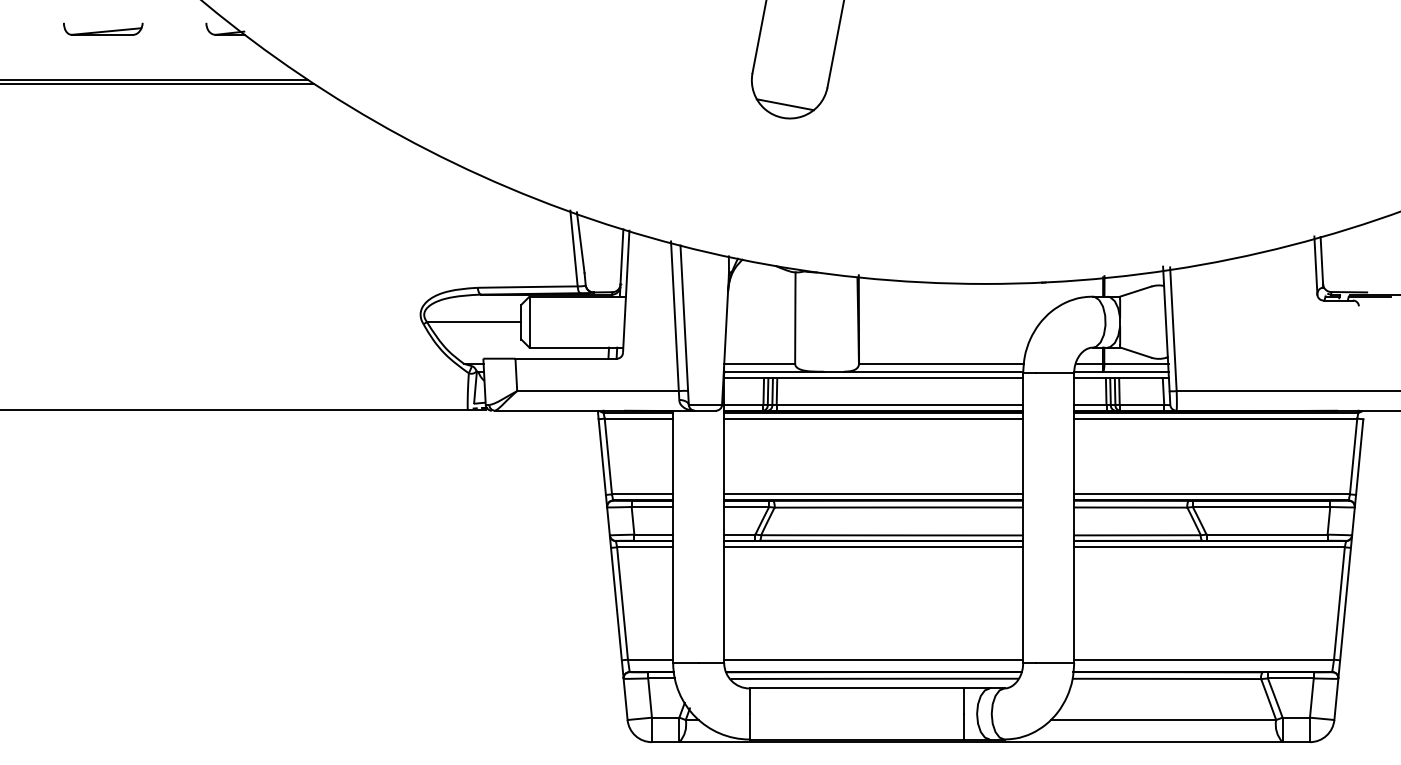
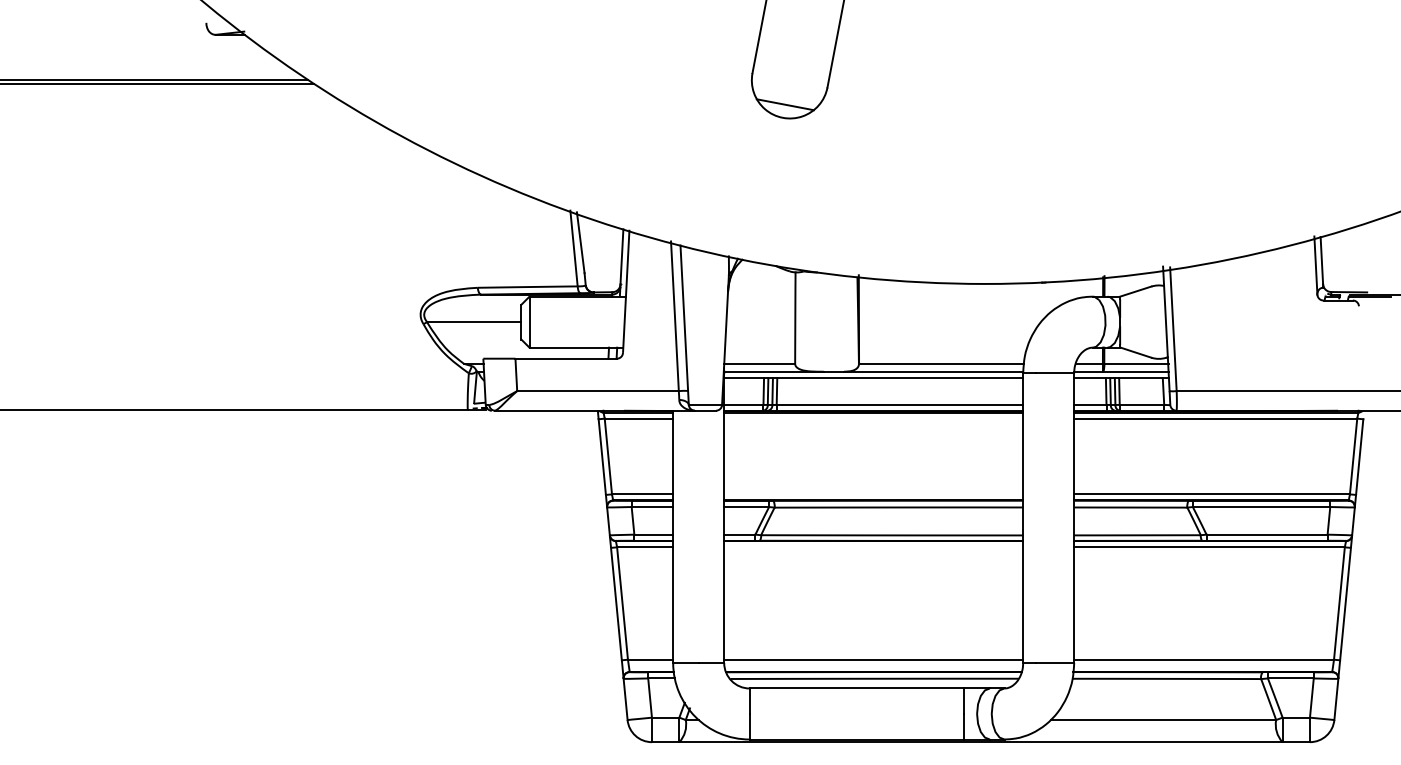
part at (103, 28): present -> none
line at (873, 418): present -> none
line at (873, 494): present -> none
line at (873, 547): present -> none
